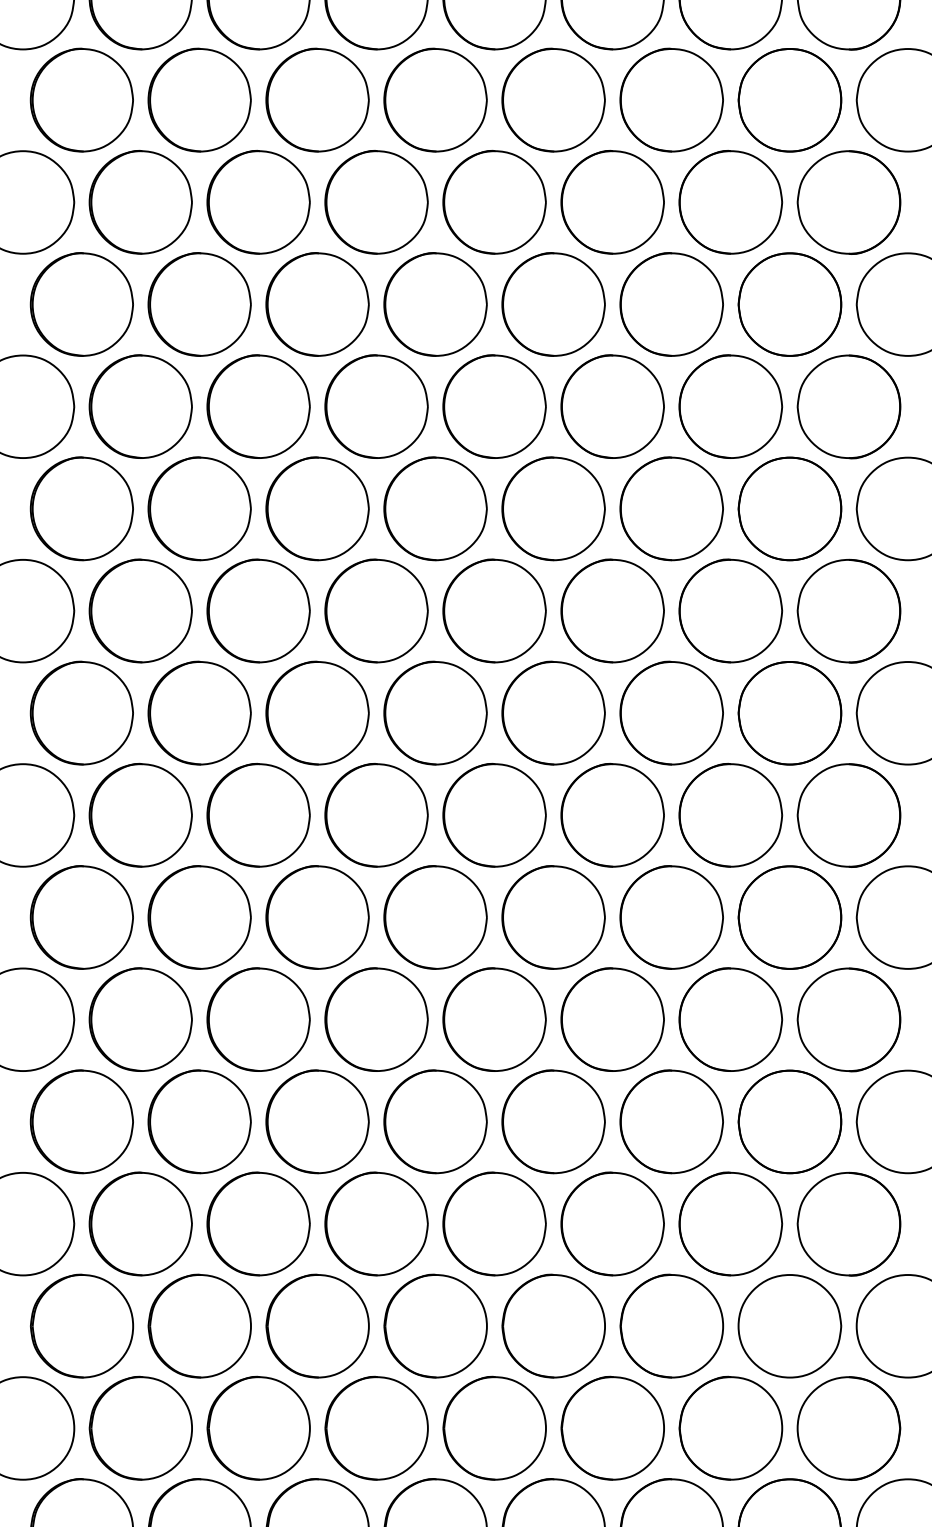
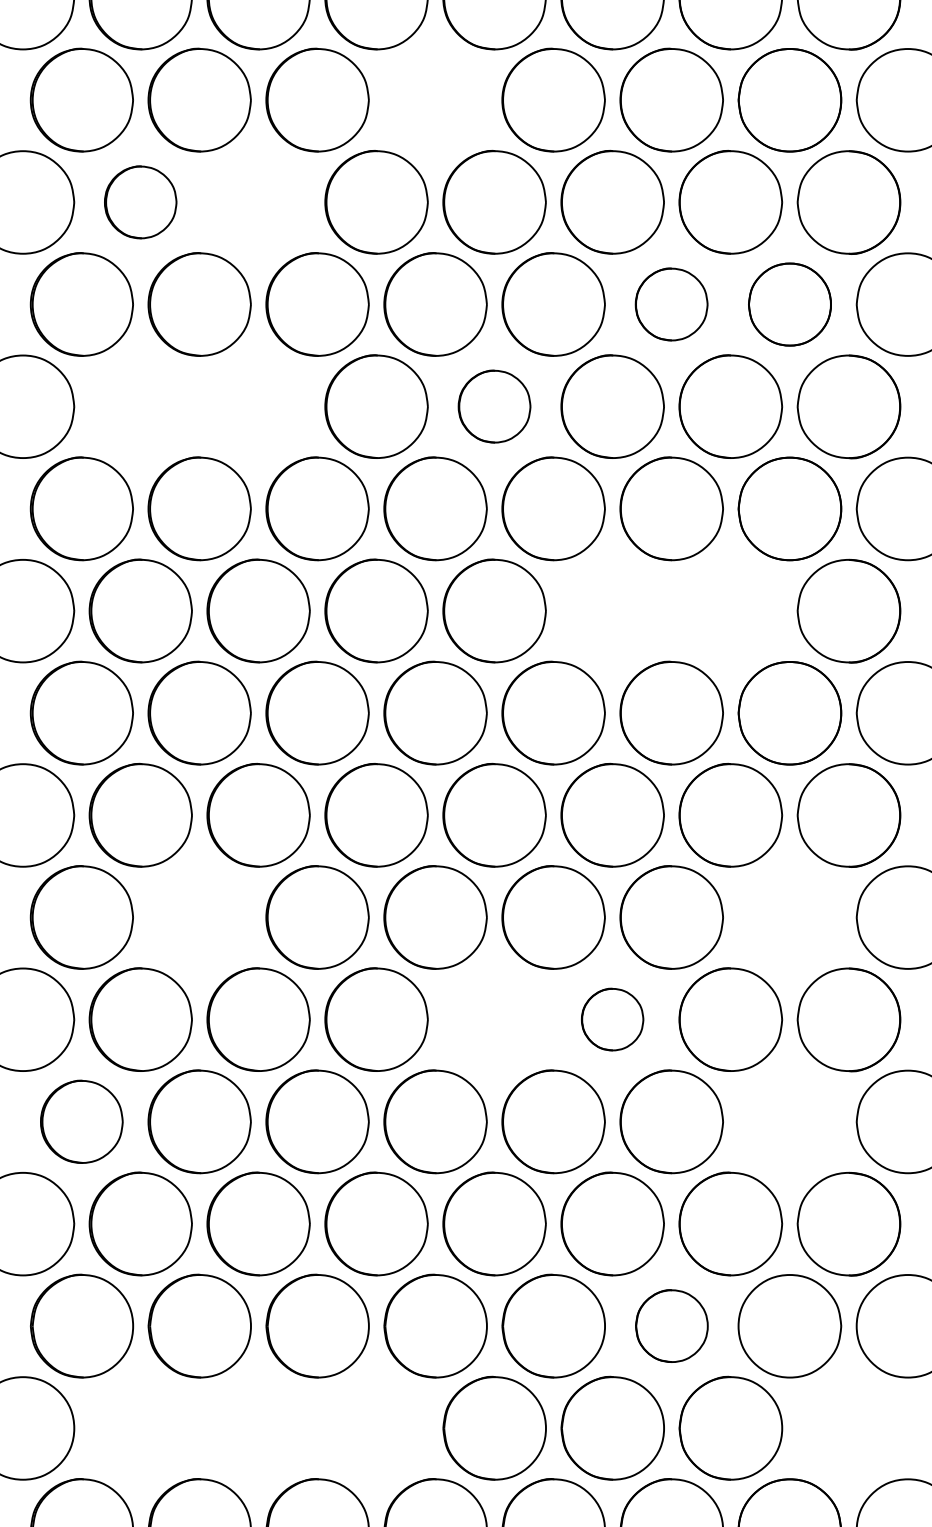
part at (435, 99): present -> none
part at (140, 202) size: 105x105 px -> 74x75 px
part at (258, 202): present -> none
part at (671, 304) size: 105x105 px -> 75x75 px
part at (789, 304) size: 106x105 px -> 84x85 px
part at (140, 406): present -> none
part at (258, 406): present -> none
part at (494, 406) size: 105x105 px -> 75x75 px
part at (612, 610): present -> none
part at (730, 610): present -> none
part at (199, 917): present -> none
part at (789, 917): present -> none
part at (494, 1019): present -> none
part at (612, 1019) size: 105x105 px -> 64x65 px
part at (81, 1121) size: 105x106 px -> 84x85 px
part at (789, 1121): present -> none
part at (671, 1325) size: 106x106 px -> 74x74 px
part at (140, 1427): present -> none
part at (258, 1427): present -> none
part at (376, 1427): present -> none
part at (848, 1428): present -> none
